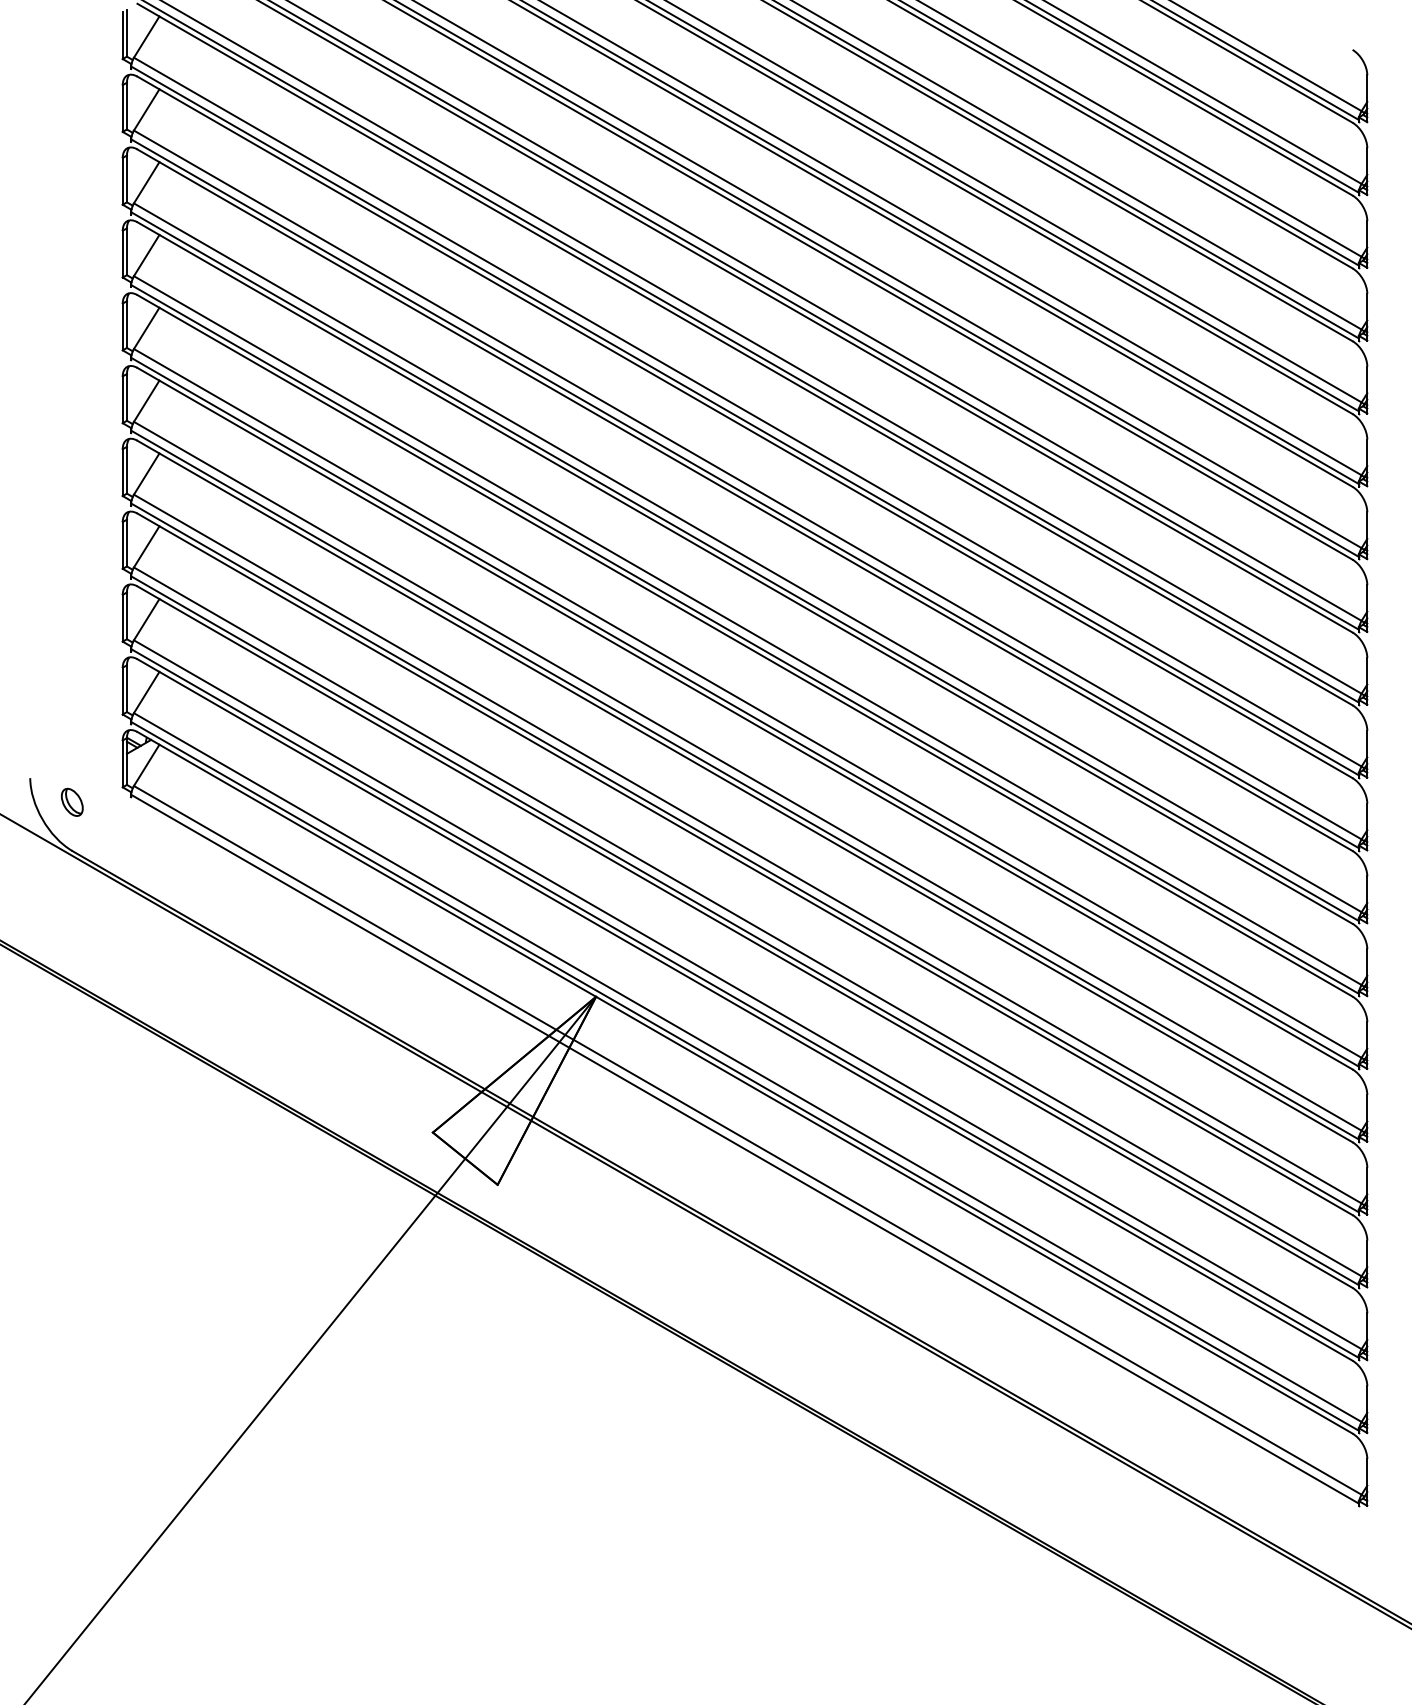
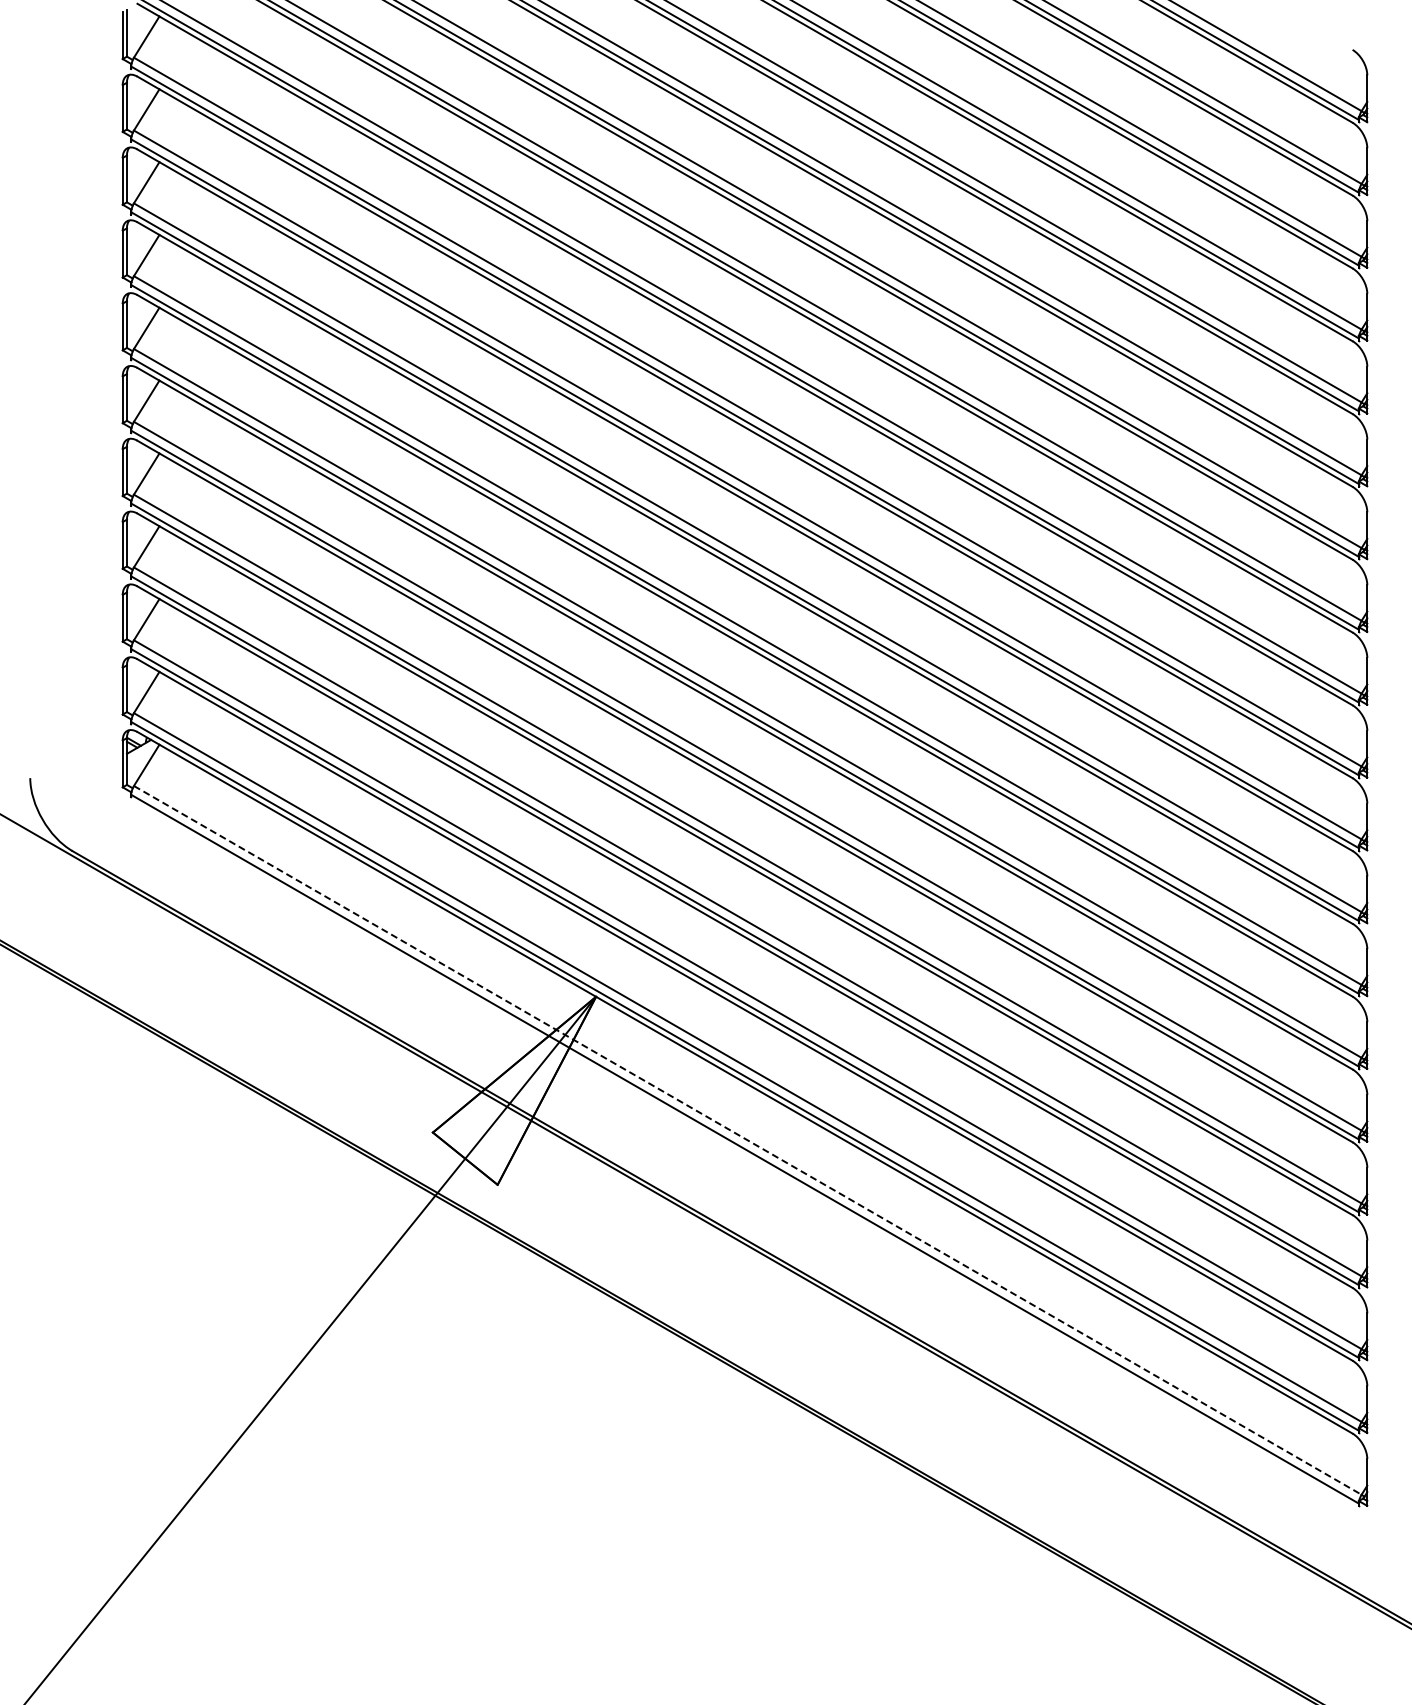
part at (71, 801): present -> none
line at (747, 1140): solid -> dashed
